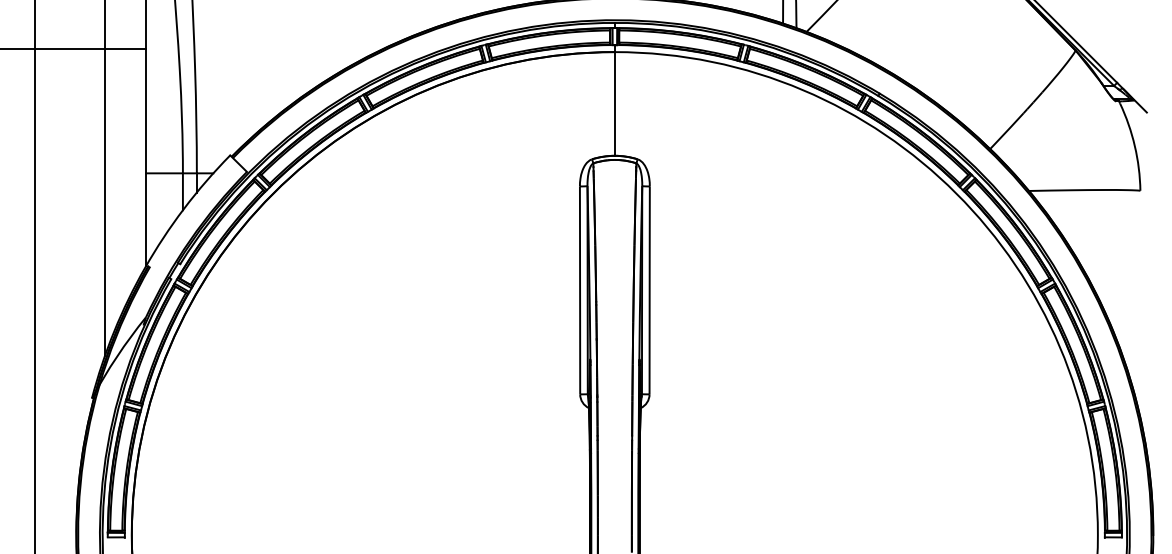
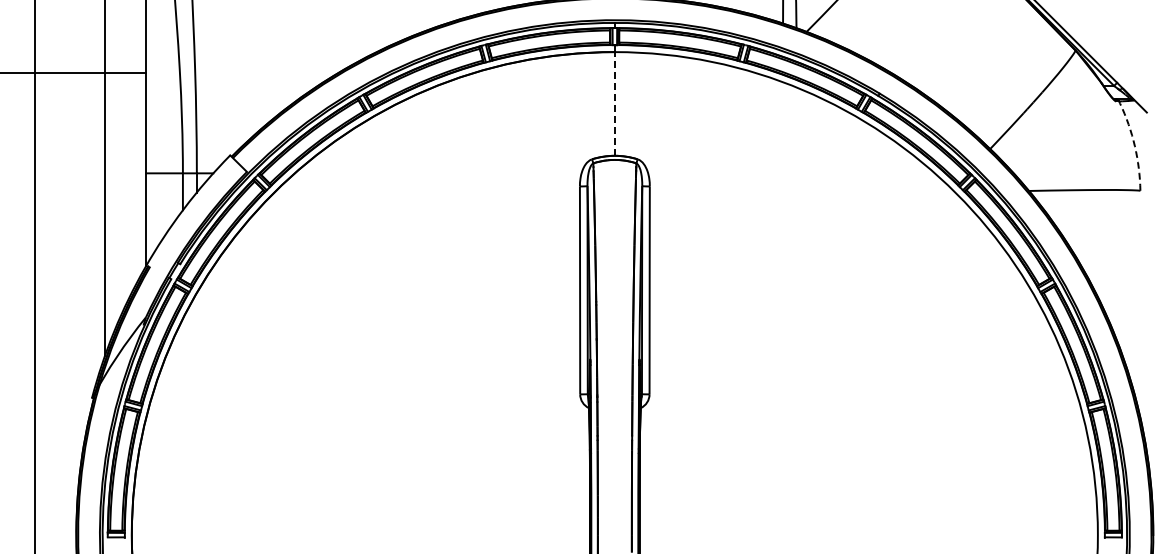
line at (74, 49) position: (74, 49) -> (74, 73)
line at (614, 103): solid -> dashed
arc at (1134, 146): solid -> dashed
